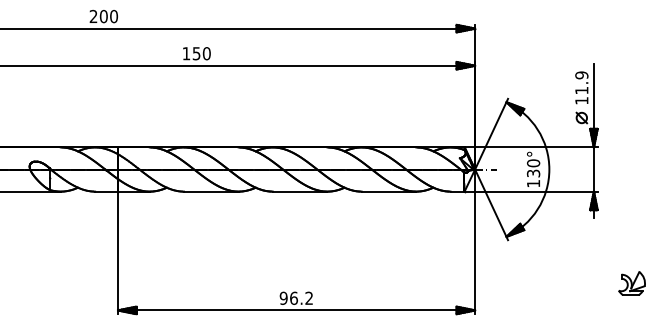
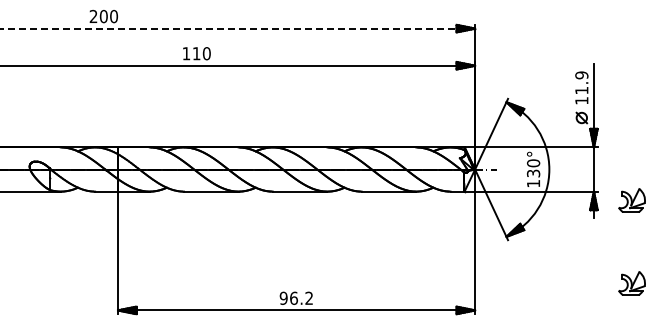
line at (238, 28): solid -> dashed
text at (196, 53): 150 -> 110
part at (631, 200): none -> present
